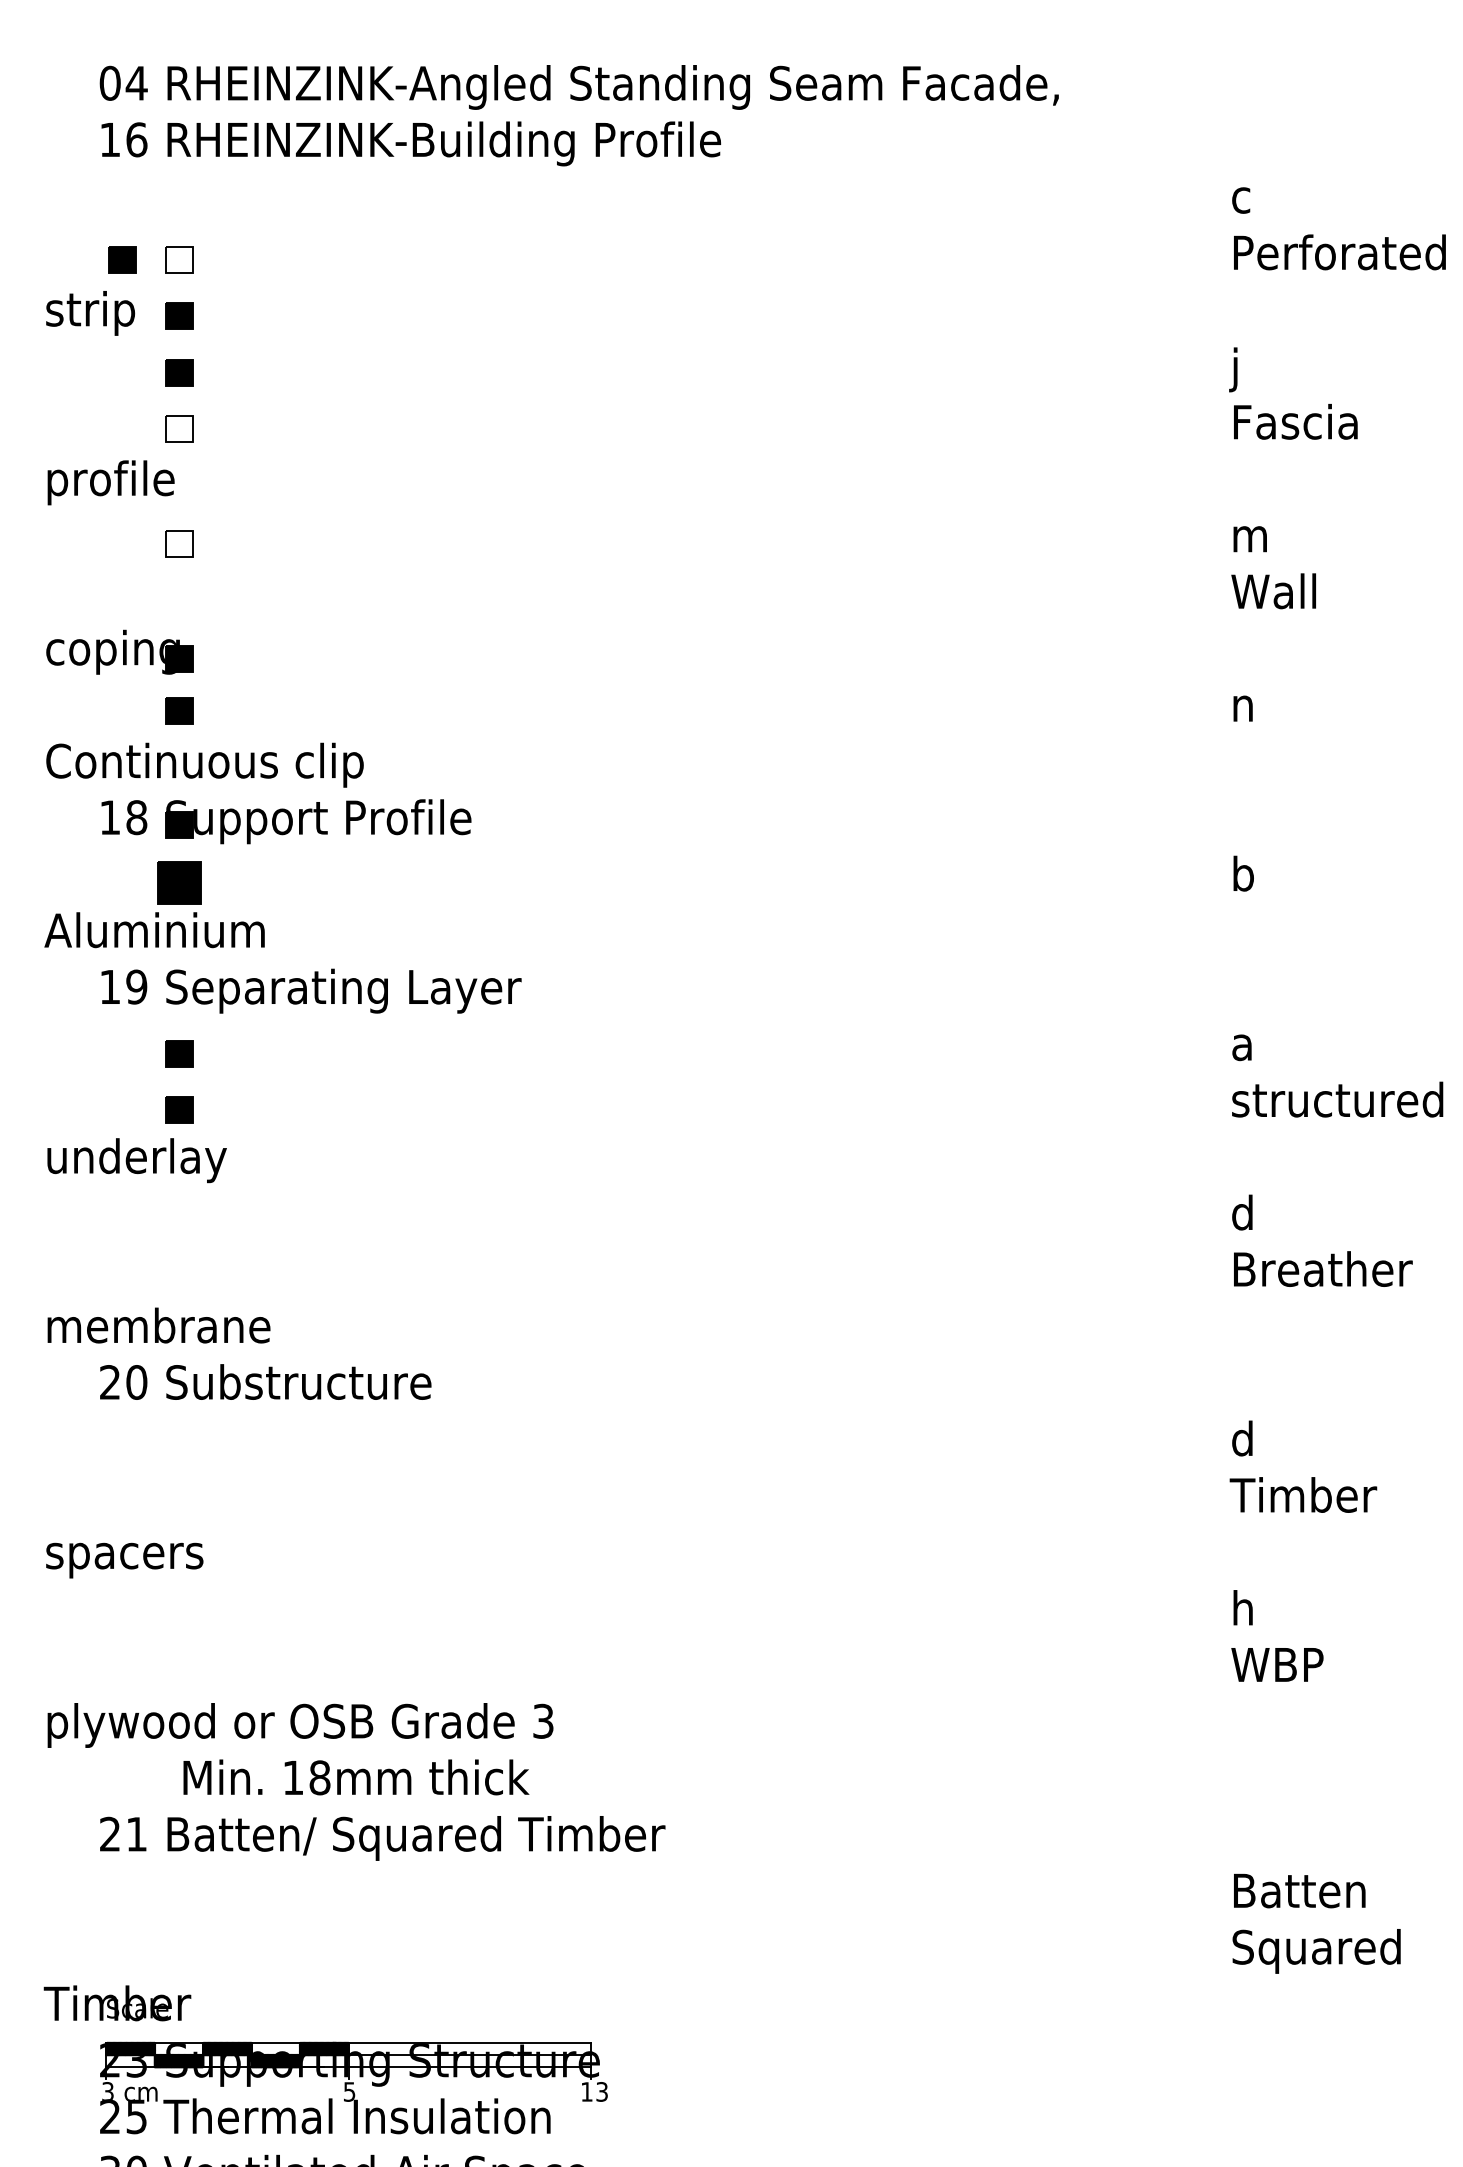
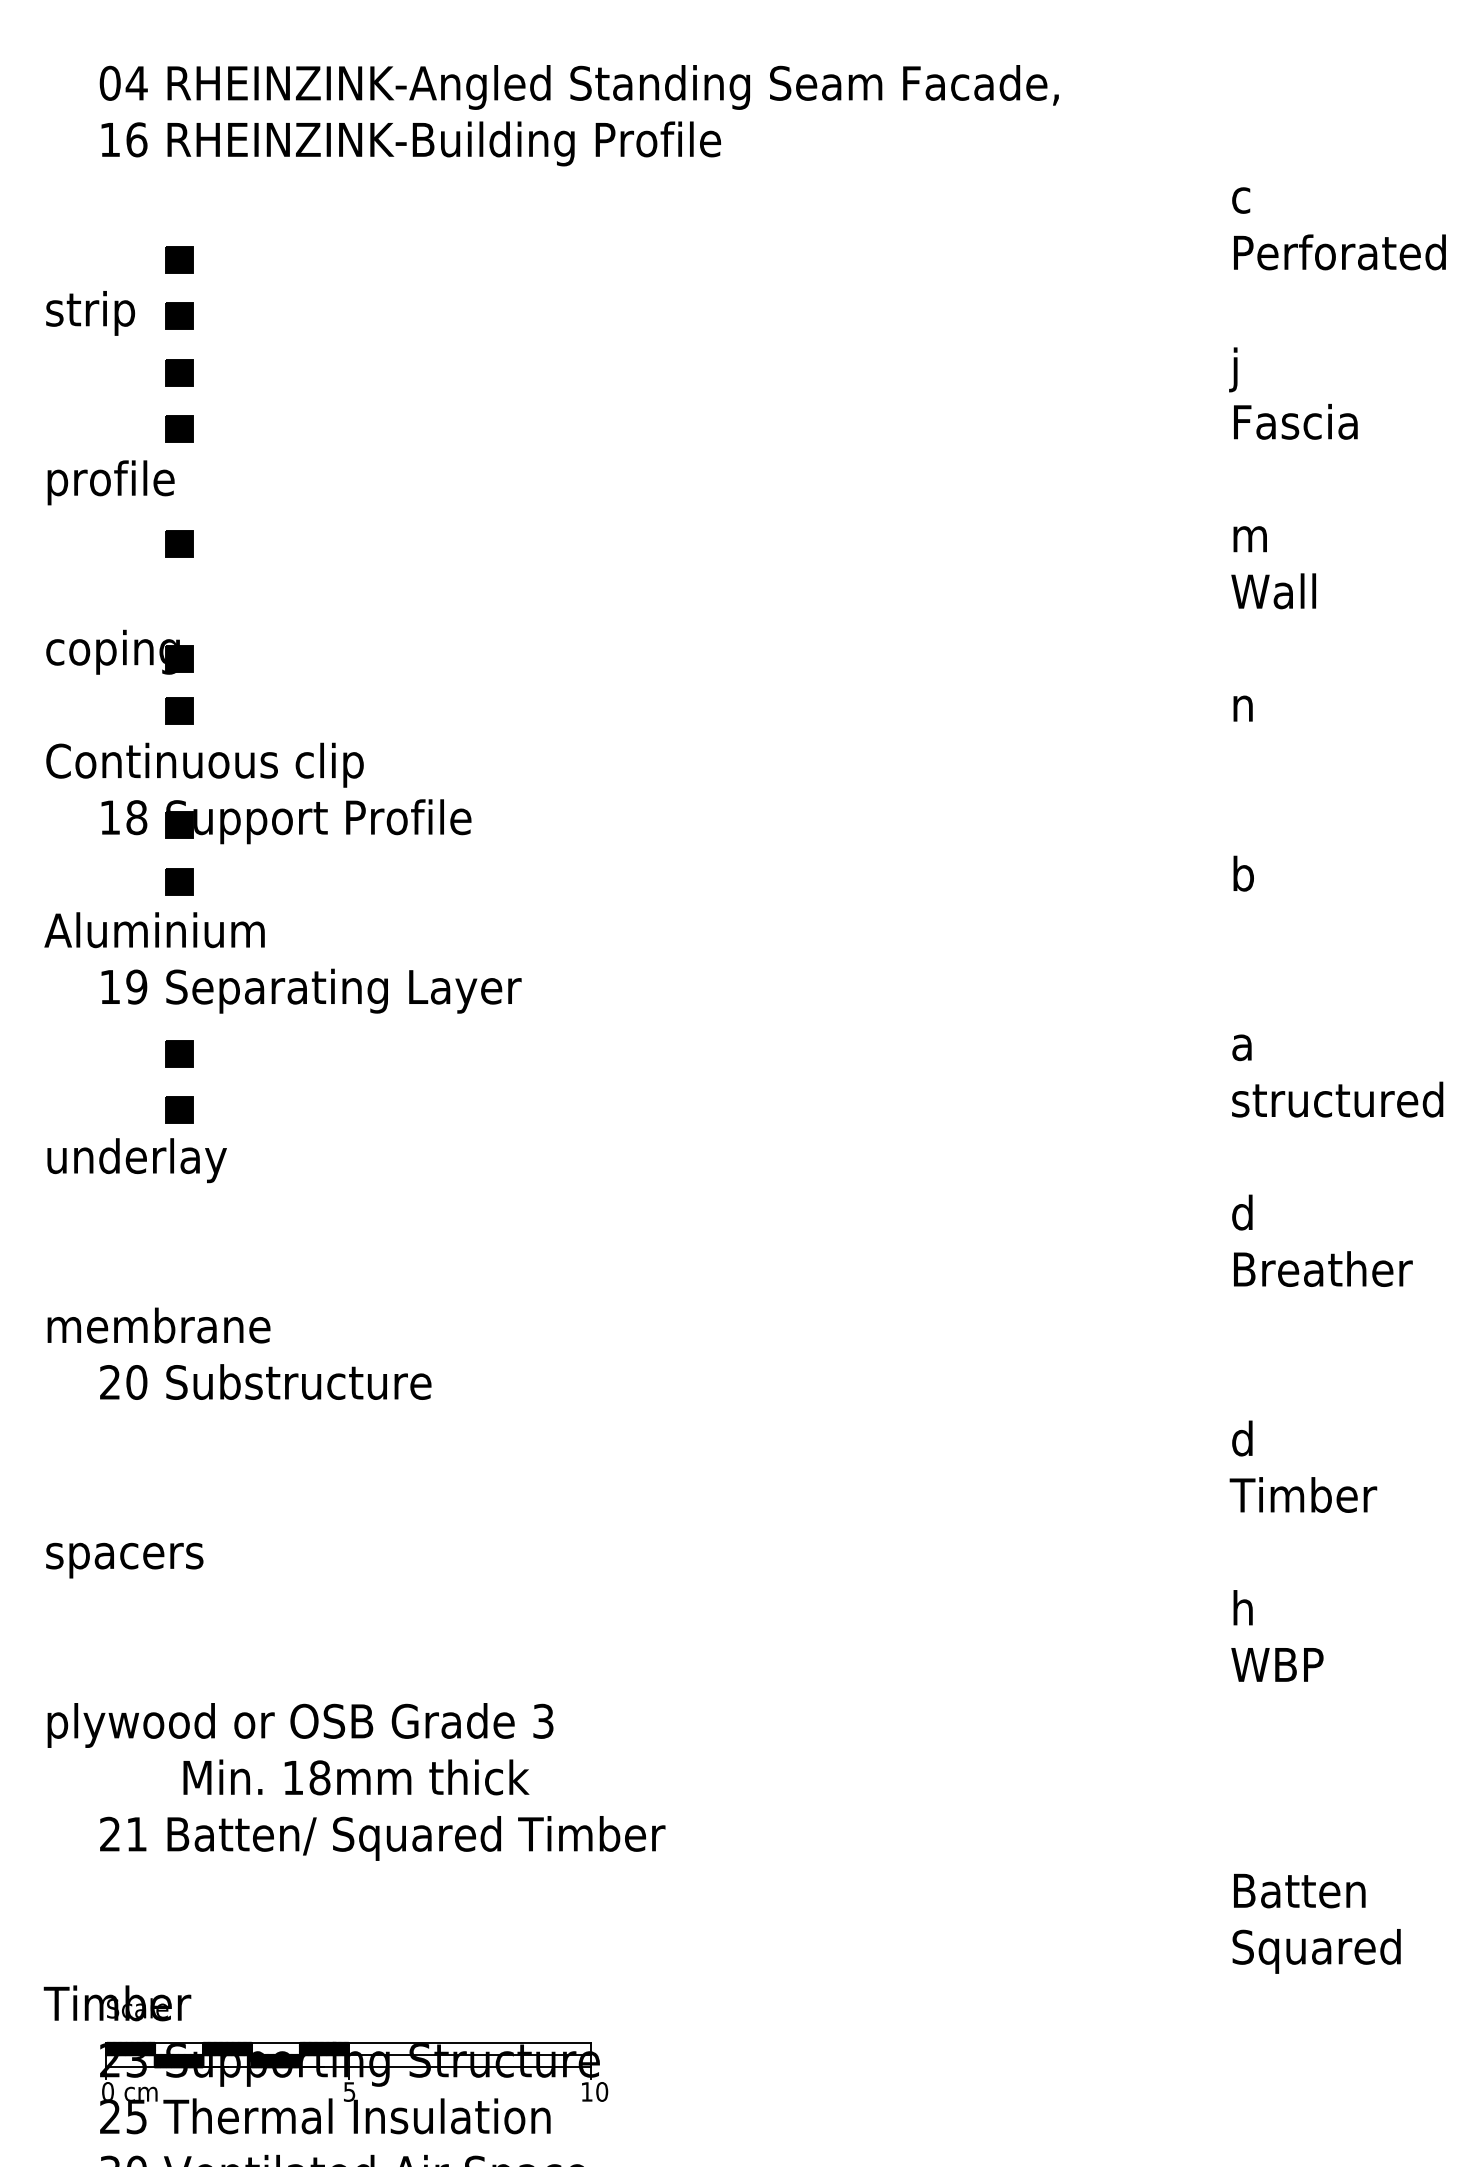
part at (122, 259): present -> none
fill at (179, 259): none -> present
fill at (179, 428): none -> present
fill at (179, 544): none -> present
part at (179, 882) size: 45x44 px -> 29x28 px
text at (107, 2091): 3 -> 0
text at (602, 2091): 13 -> 10
